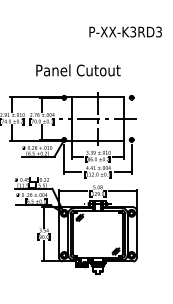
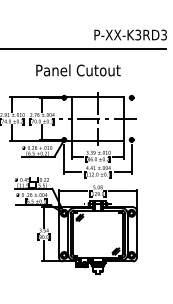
text at (125, 31) position: (125, 31) -> (130, 34)
line at (84, 48): none -> present
